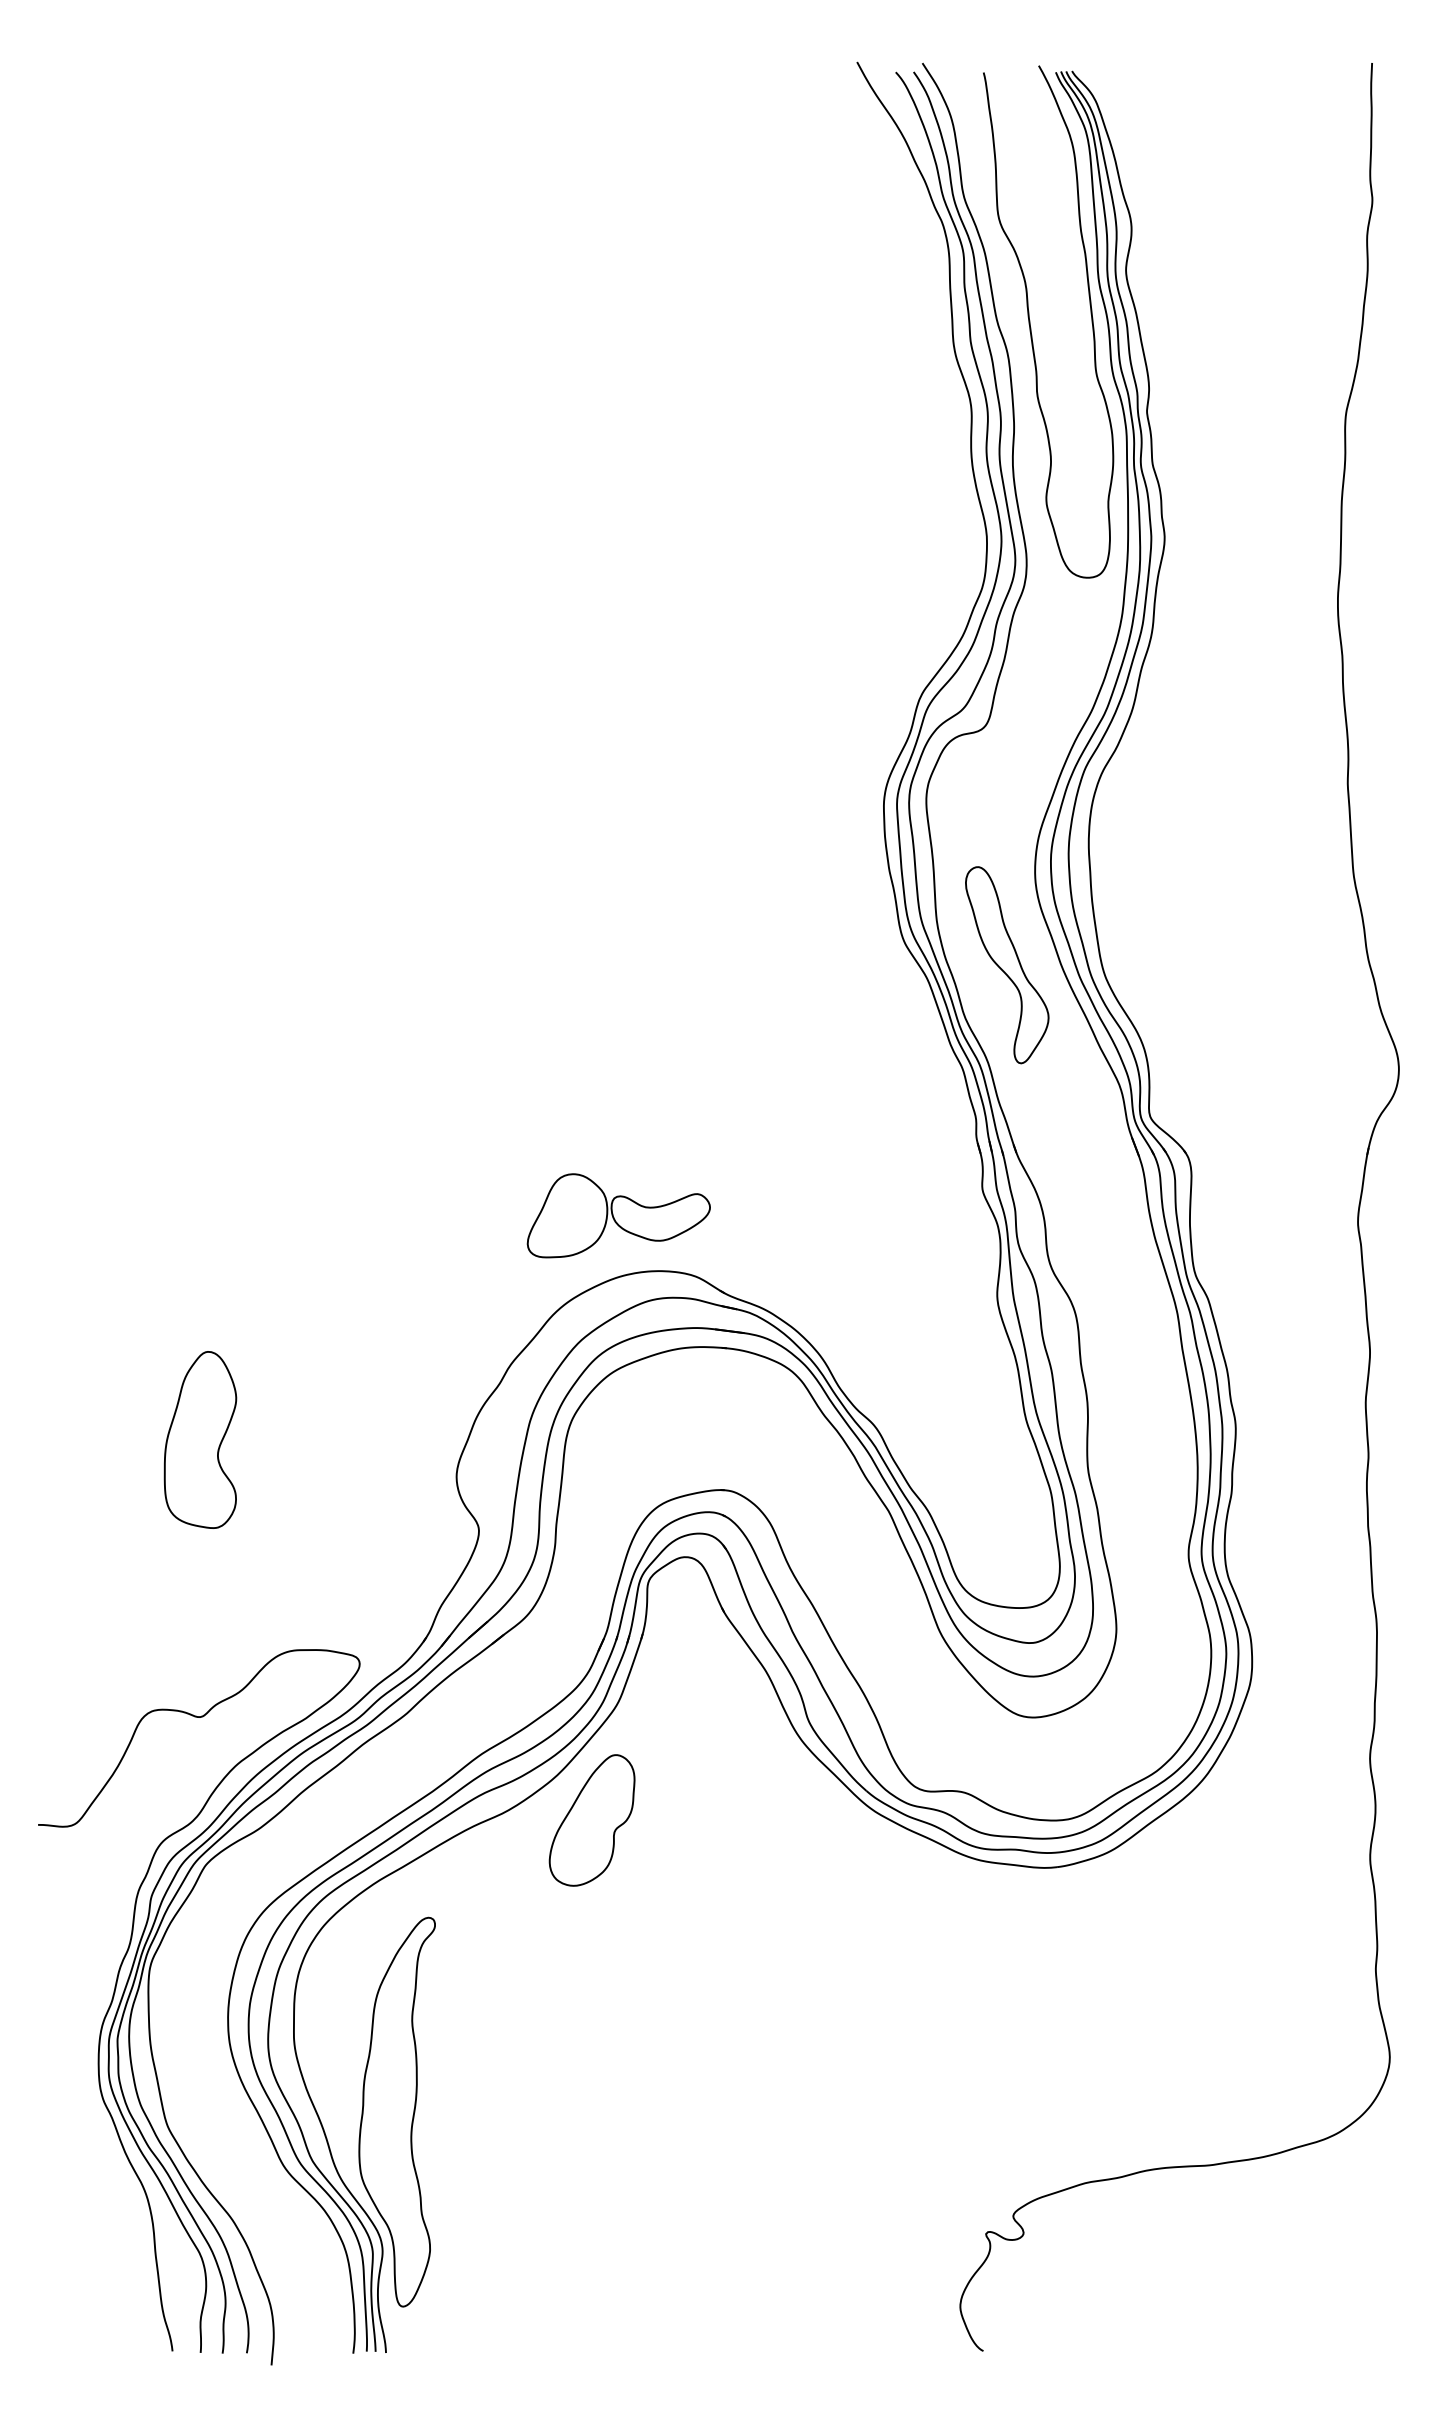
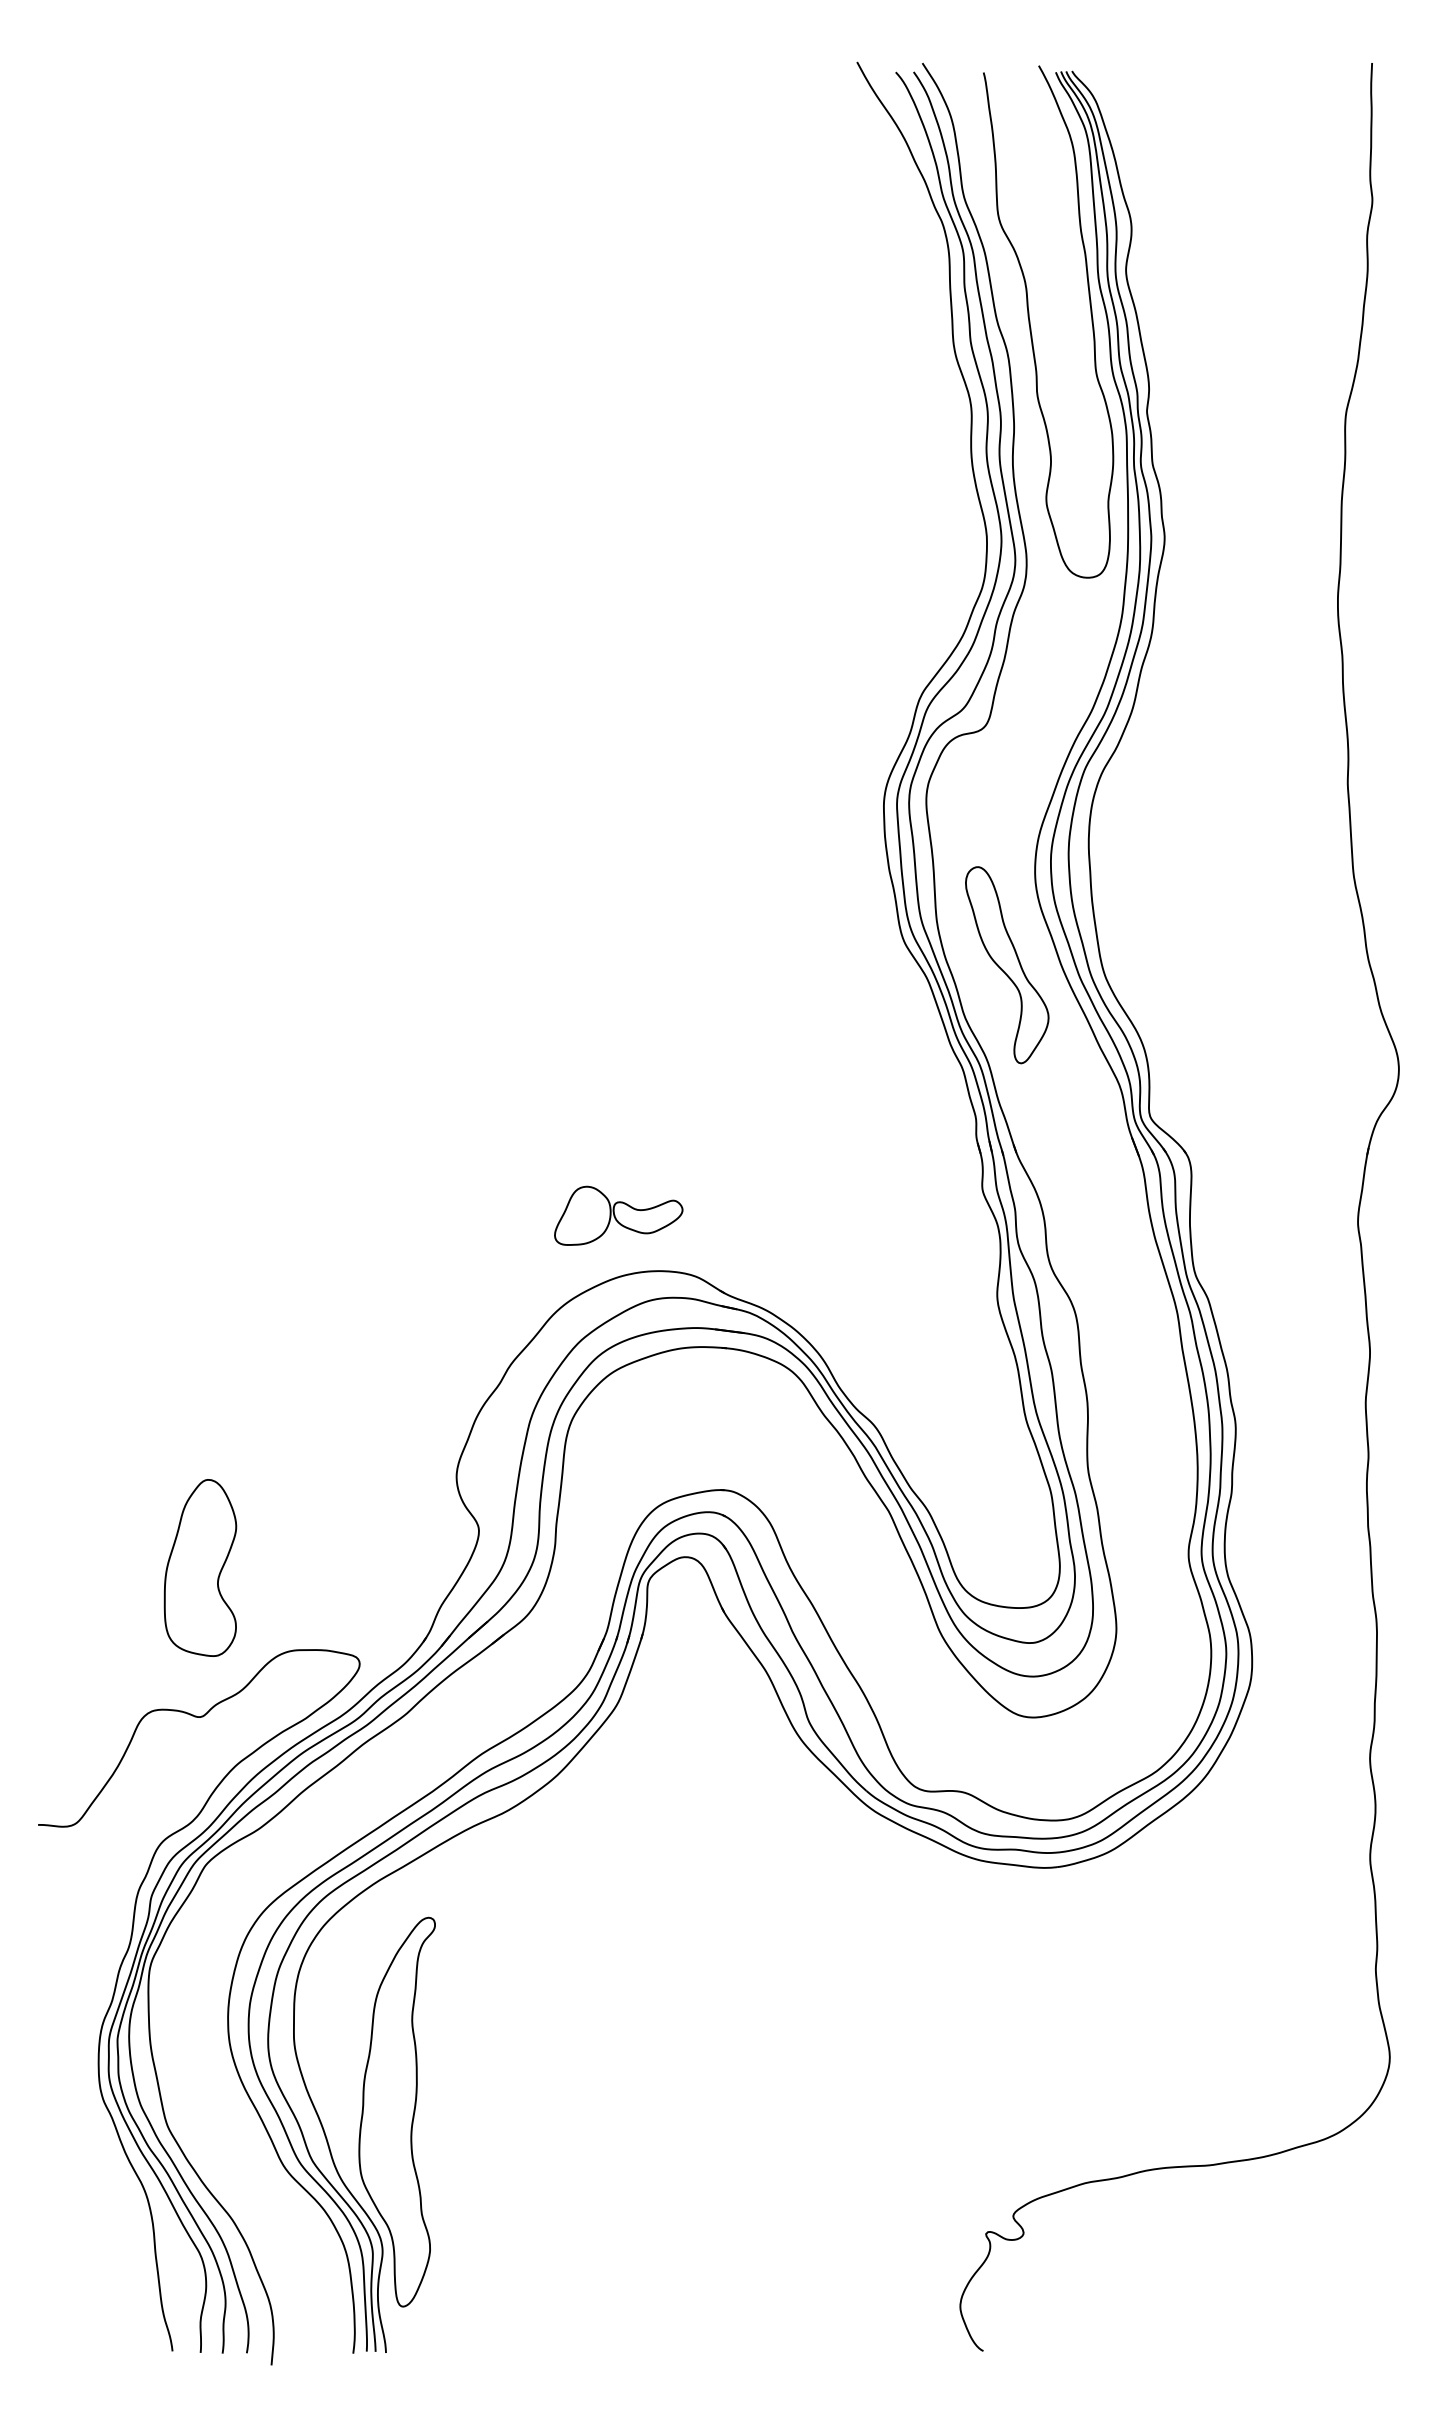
part at (618, 1215) size: 185x86 px -> 130x61 px
part at (200, 1439) position: (200, 1439) -> (200, 1567)
part at (591, 1820): present -> none
